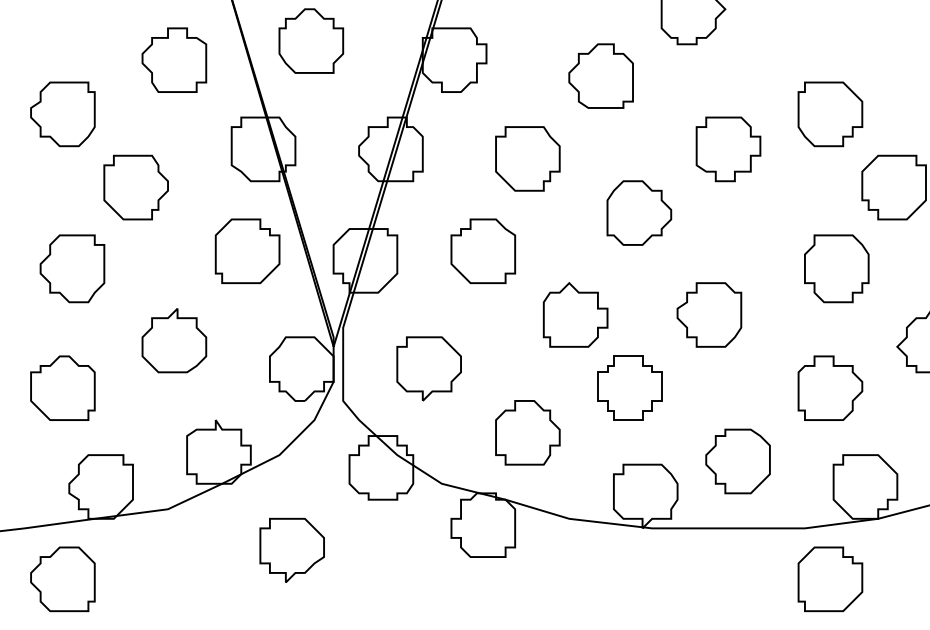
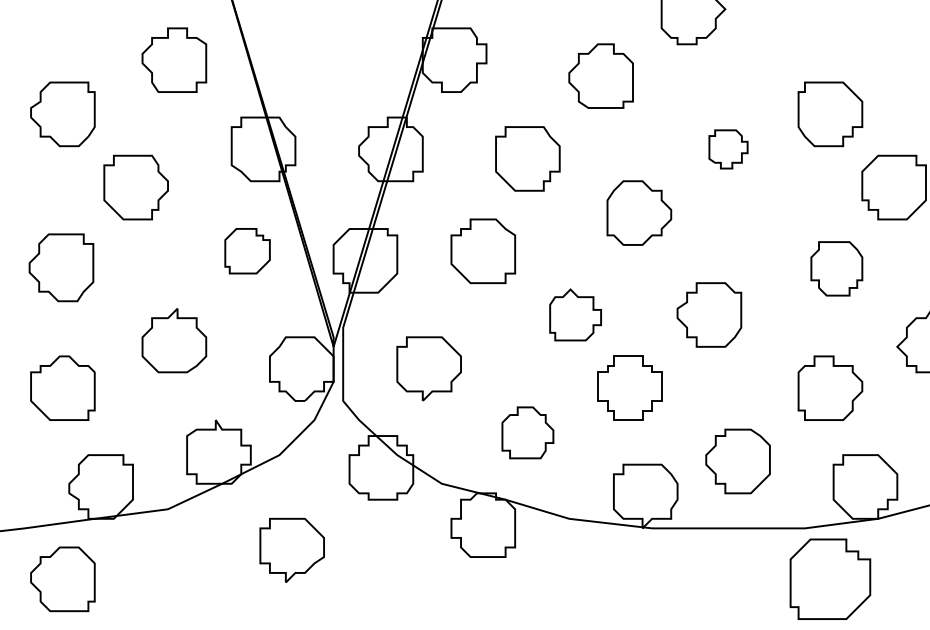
part at (311, 40): present -> none
part at (728, 149) size: 67x67 px -> 41x41 px
part at (247, 250) size: 67x66 px -> 47x47 px
part at (72, 268) position: (72, 268) -> (61, 267)
part at (836, 268) size: 66x70 px -> 54x56 px
part at (575, 314) size: 67x66 px -> 53x54 px
part at (527, 432) size: 66x66 px -> 54x54 px
part at (830, 579) size: 67x67 px -> 83x82 px
